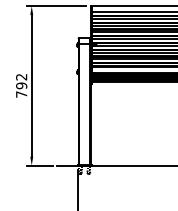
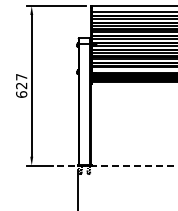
text at (21, 85): 792 -> 627
line at (117, 165): solid -> dashed
